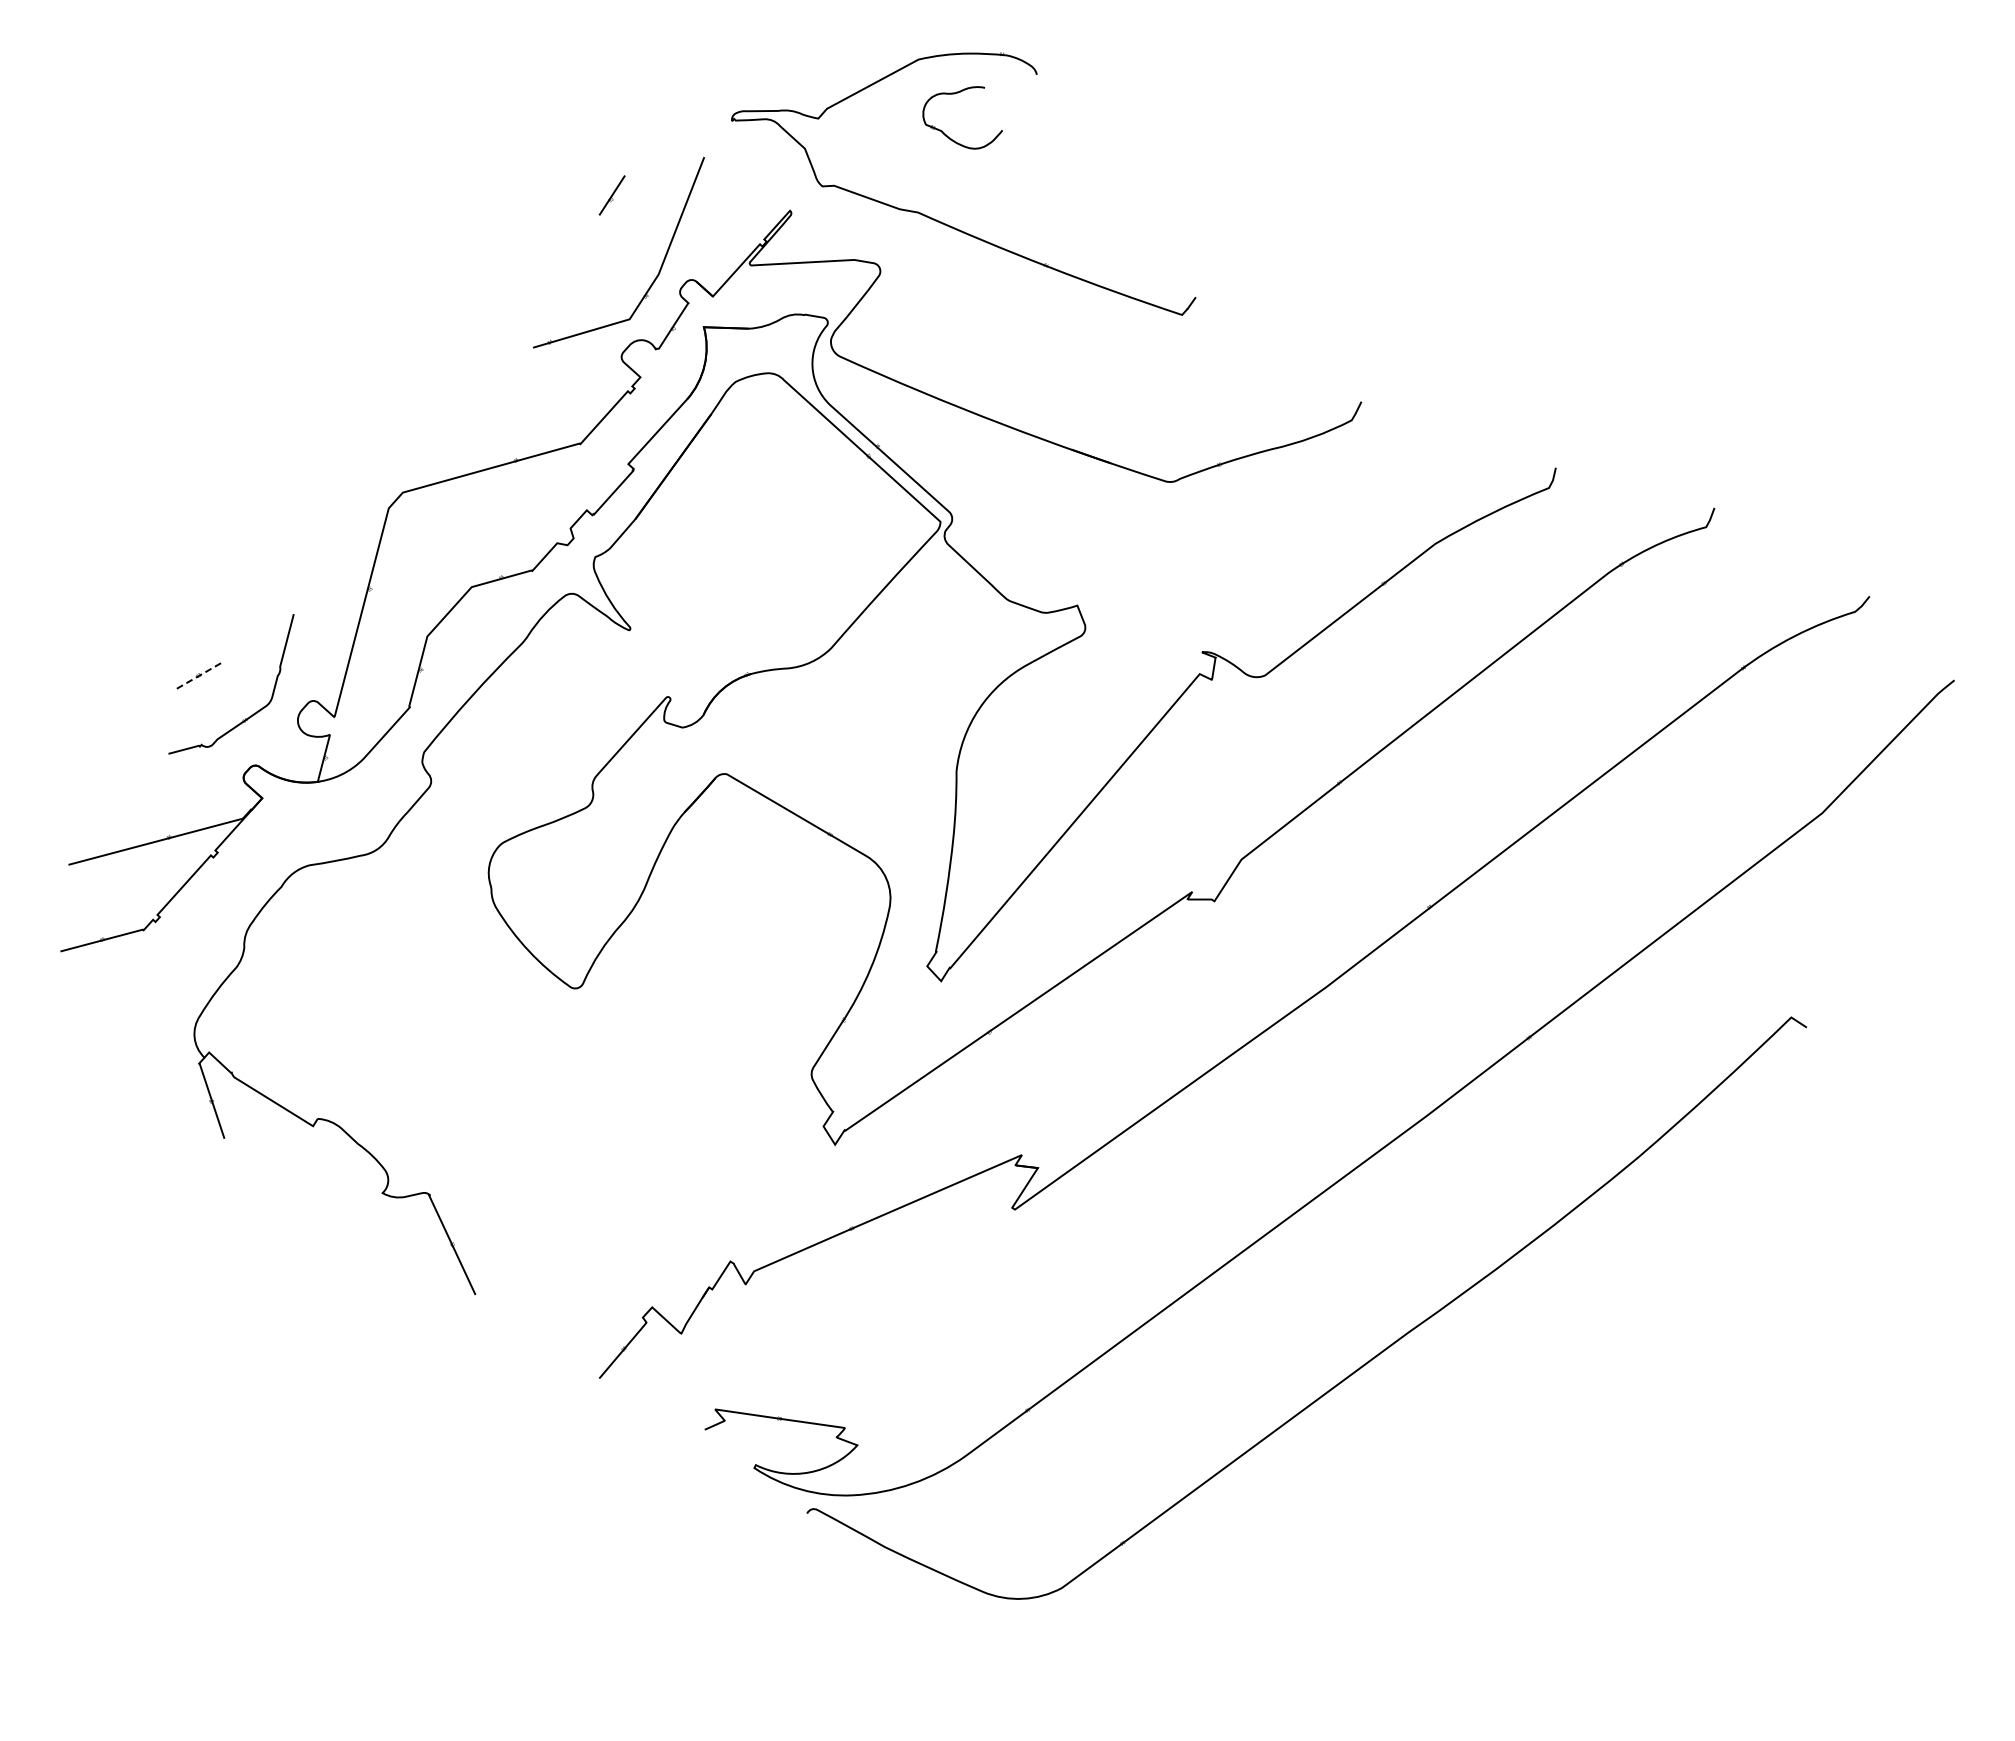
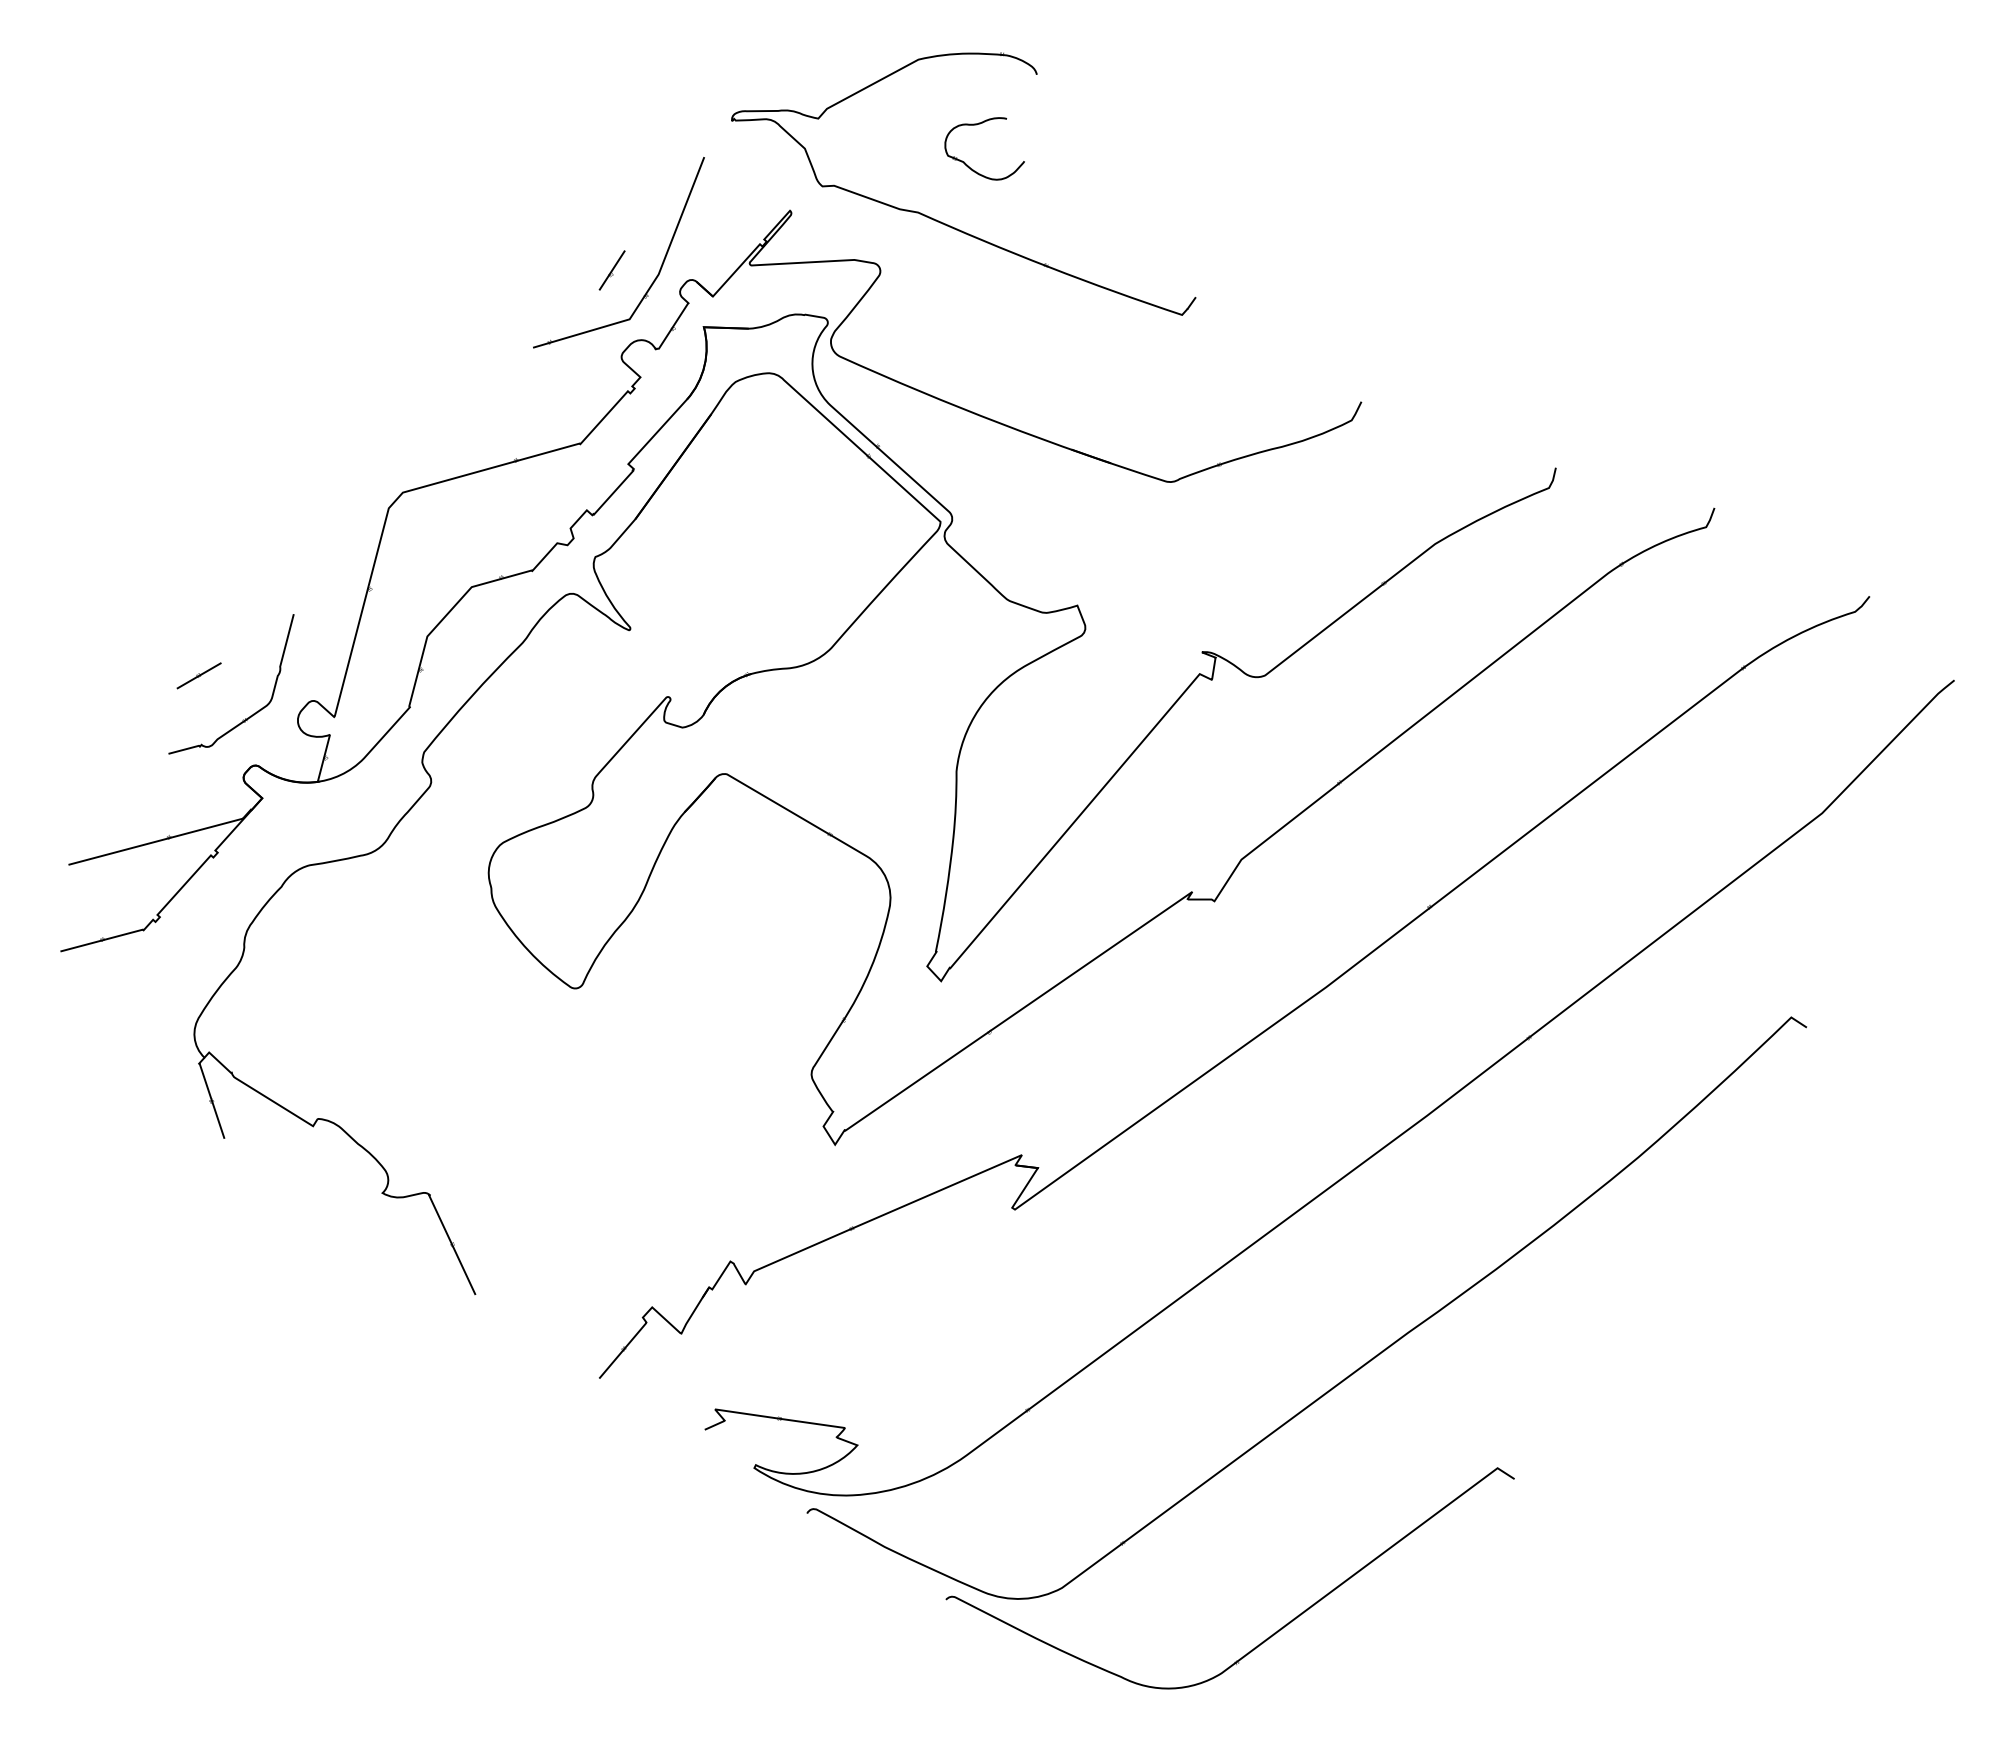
part at (950, 137) position: (950, 137) -> (972, 168)
part at (611, 195) position: (611, 195) -> (611, 270)
line at (199, 675): dashed -> solid
part at (1270, 1635): none -> present
